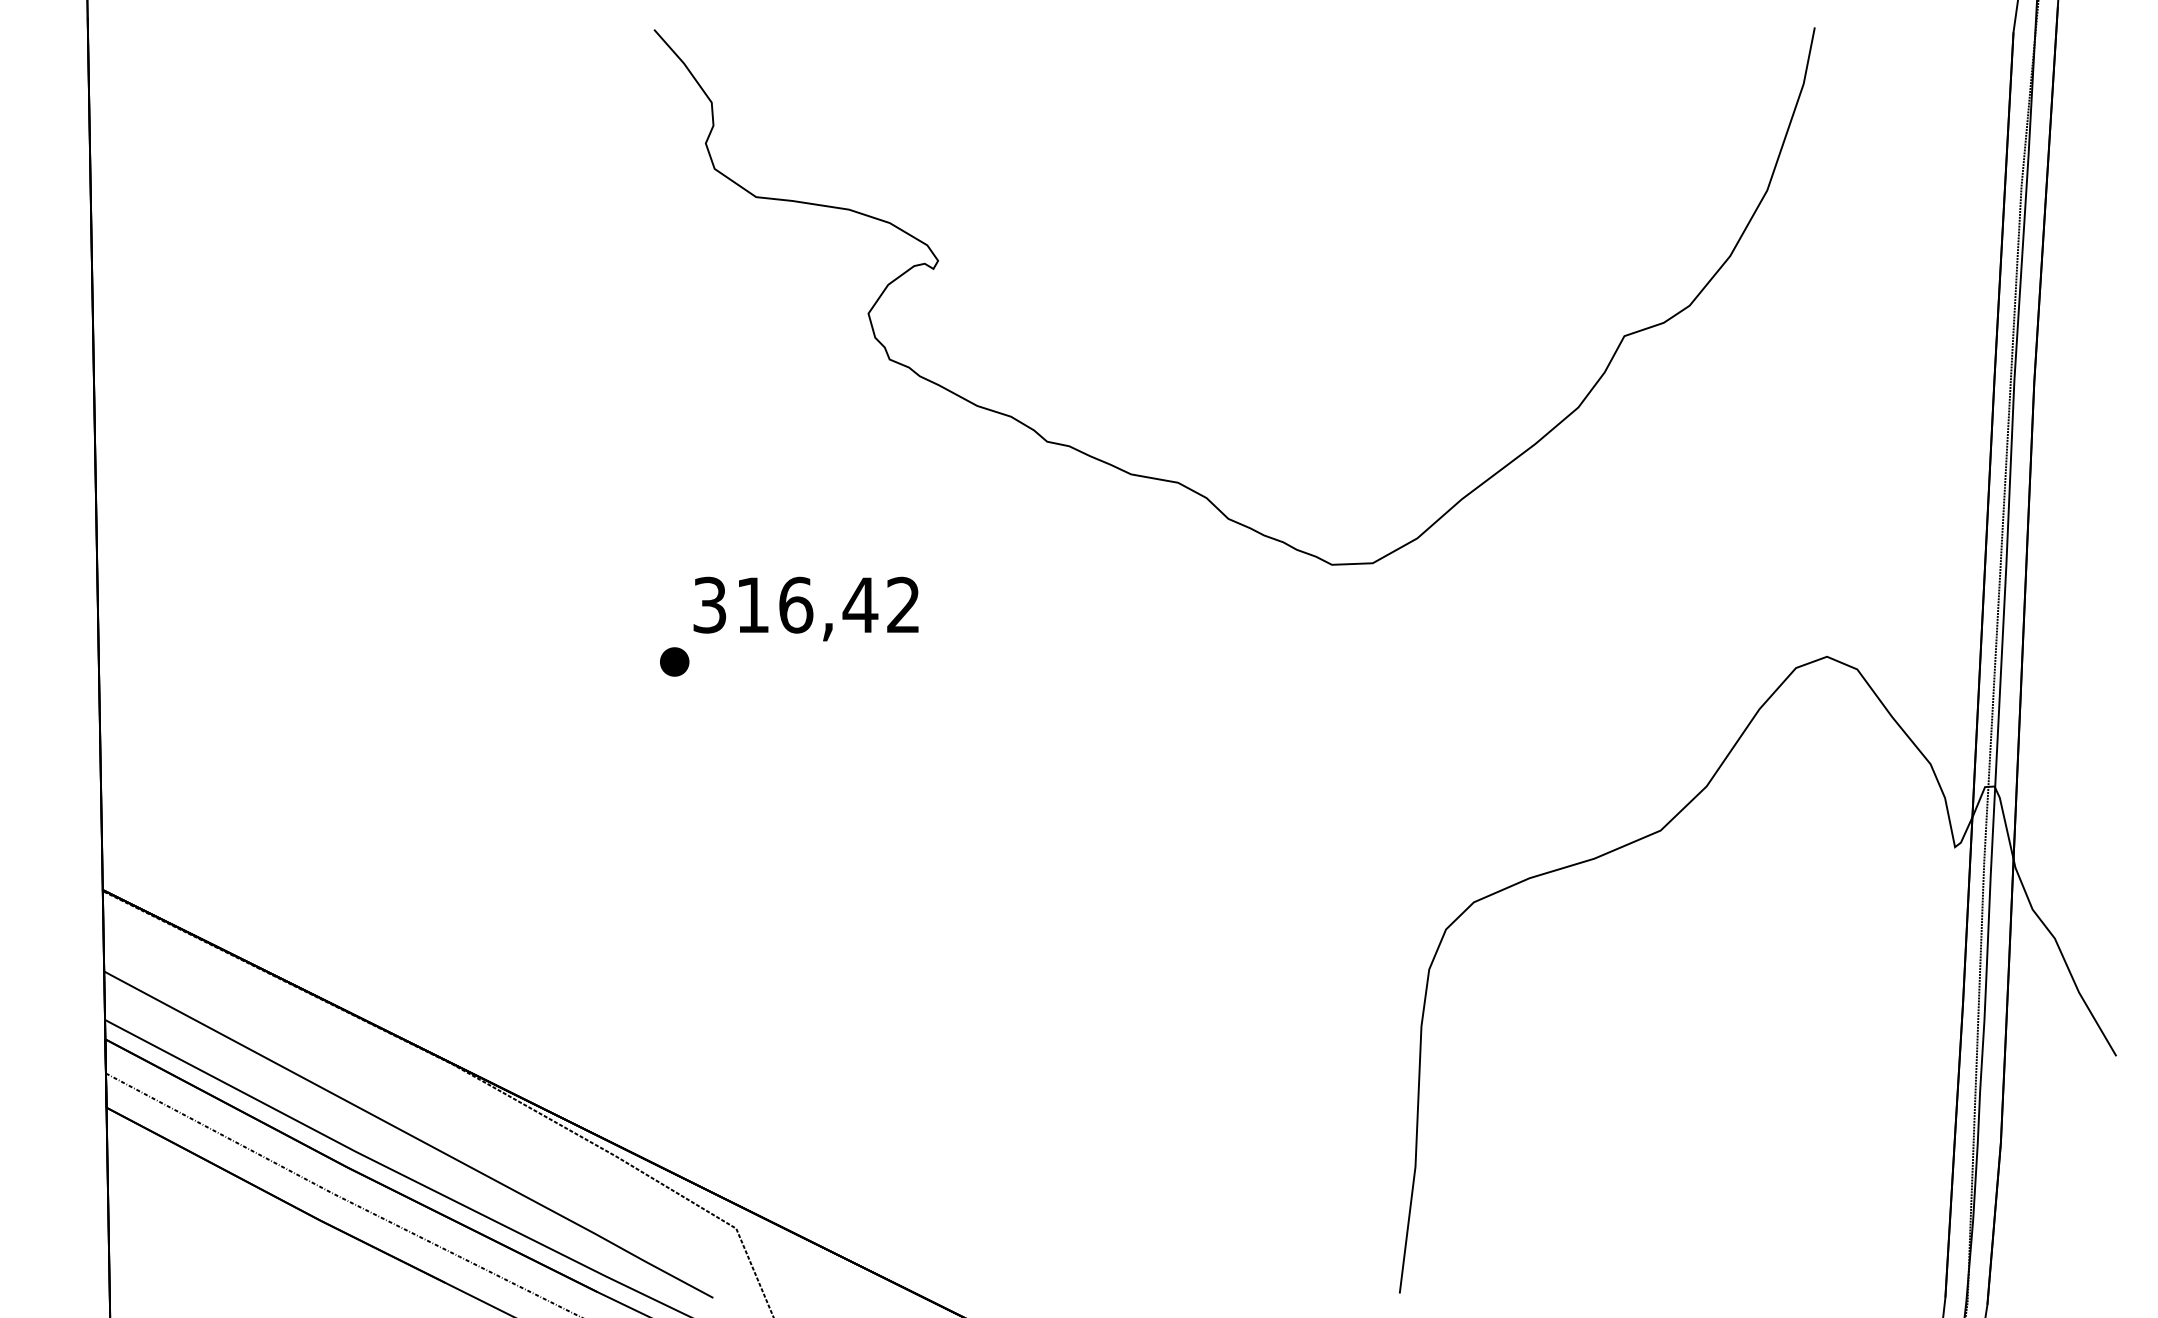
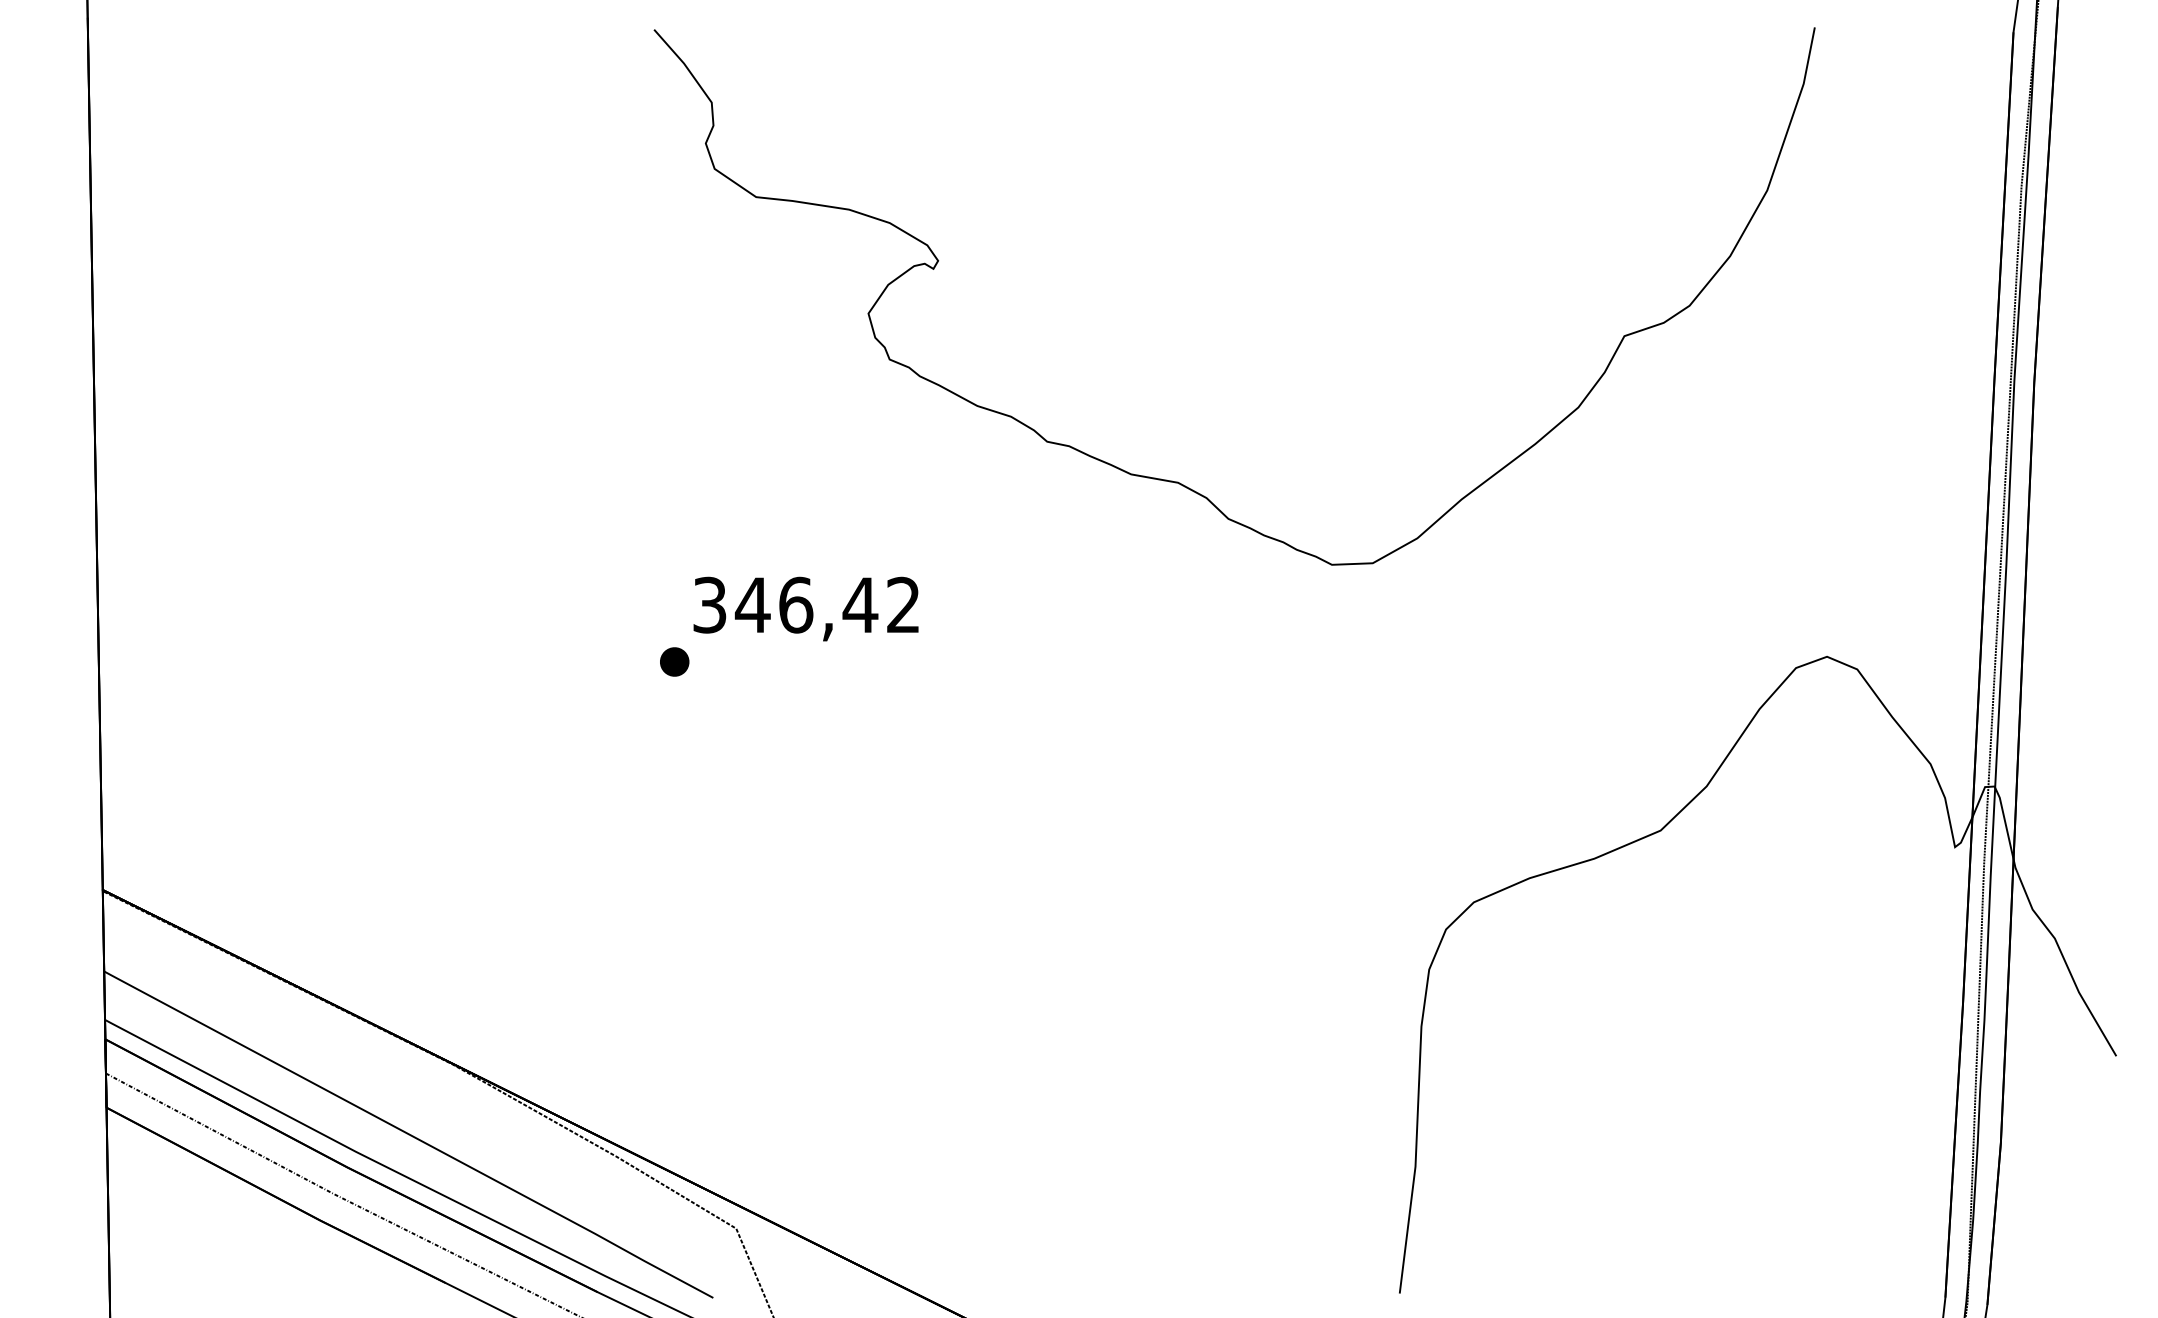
text at (752, 604): 316,42 -> 346,42
